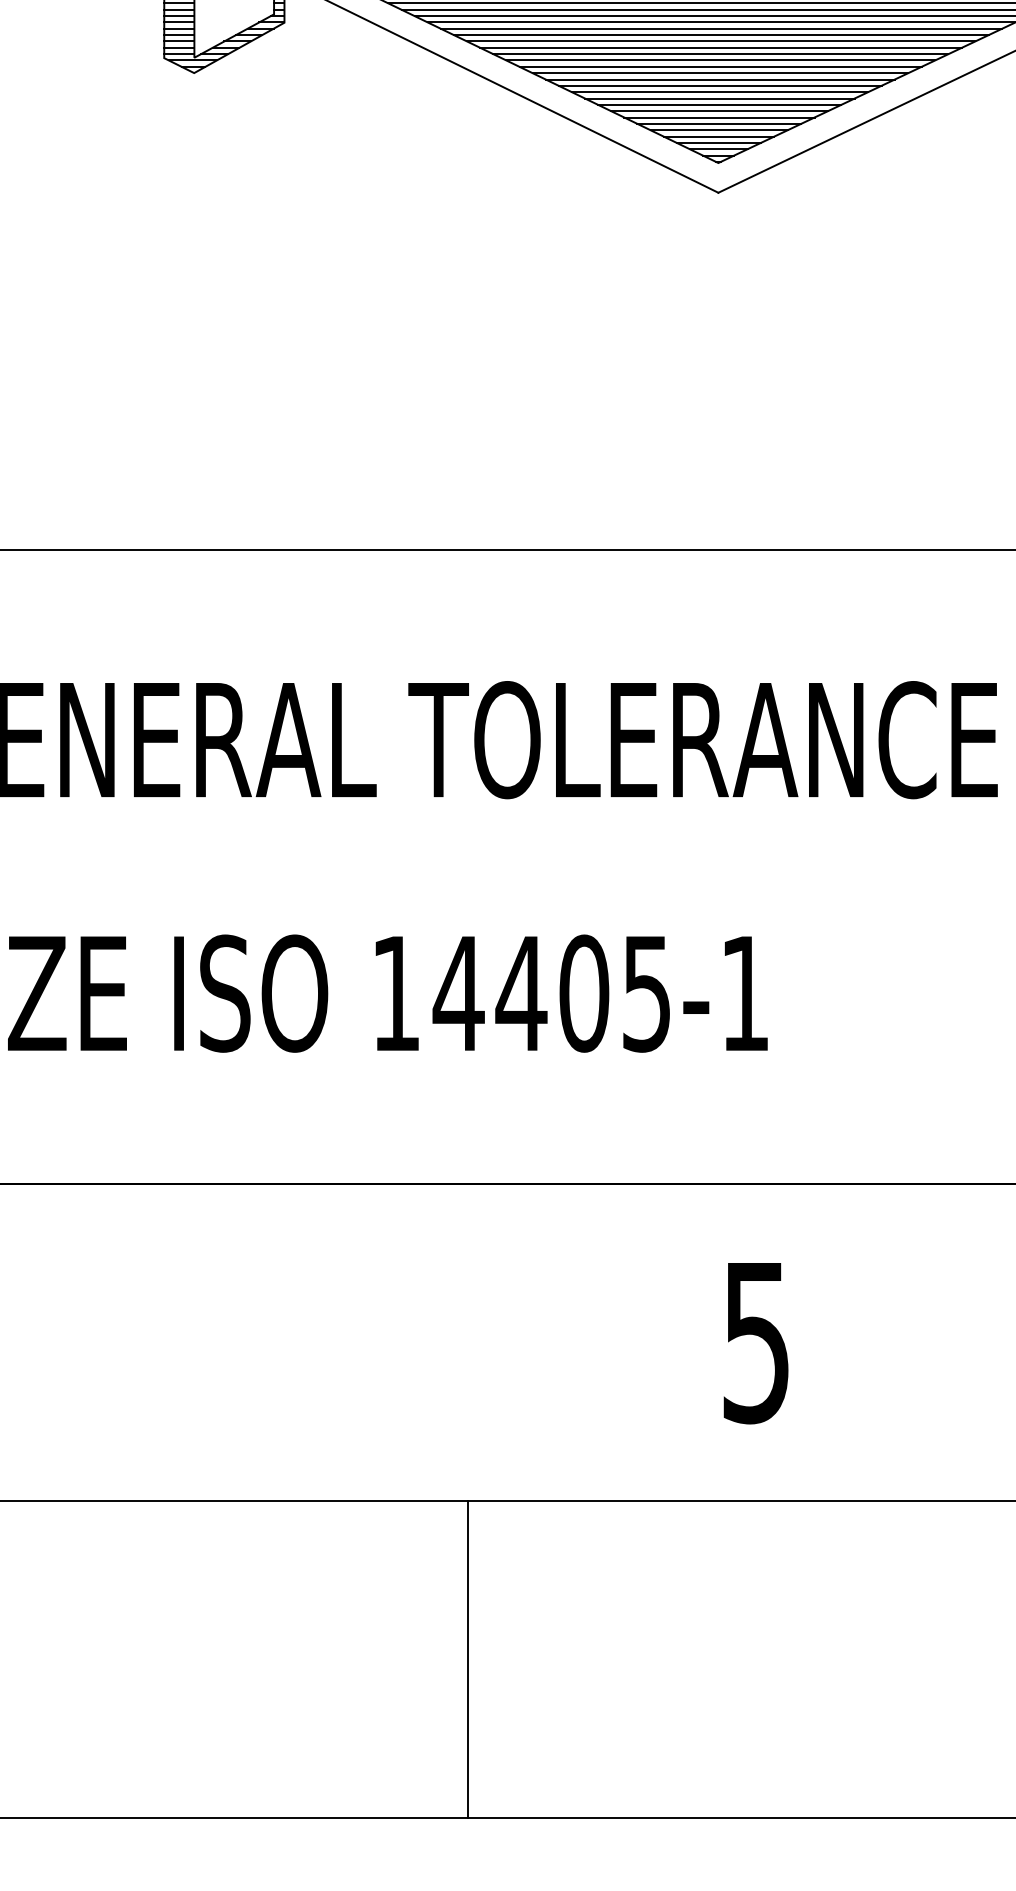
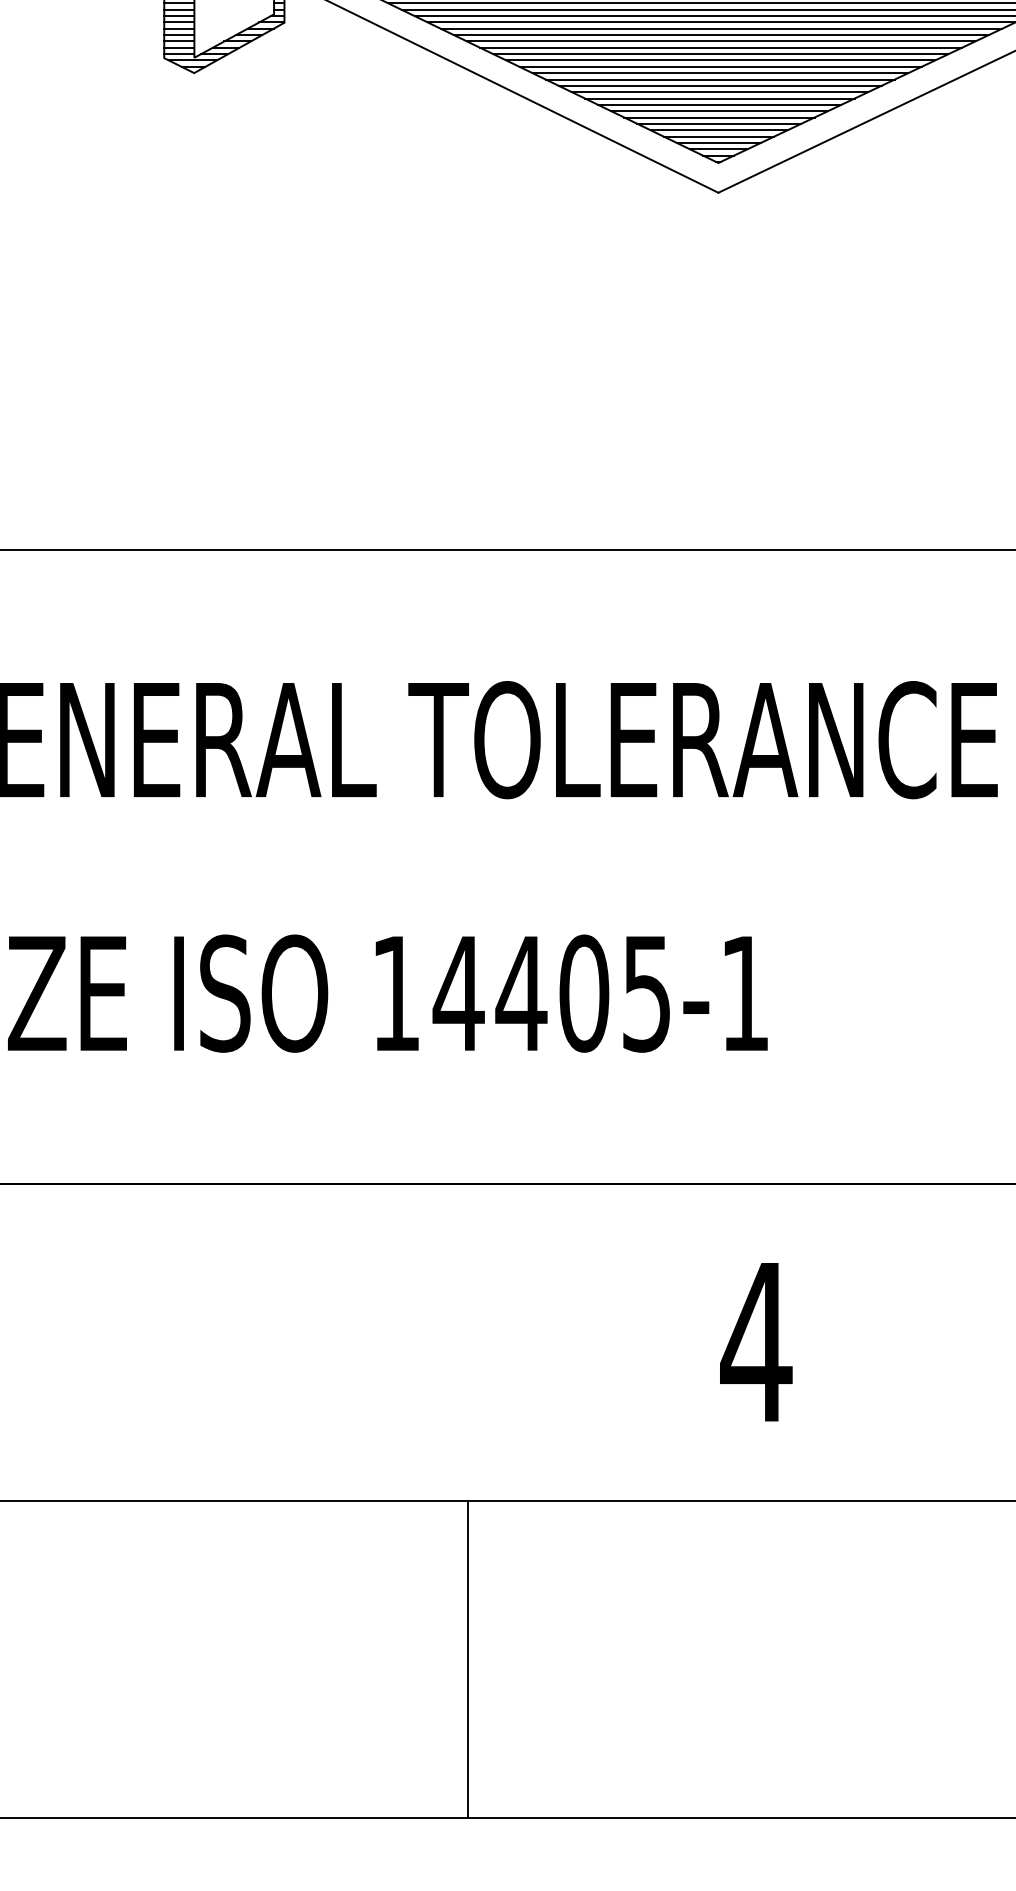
text at (756, 1343): 5 -> 4
